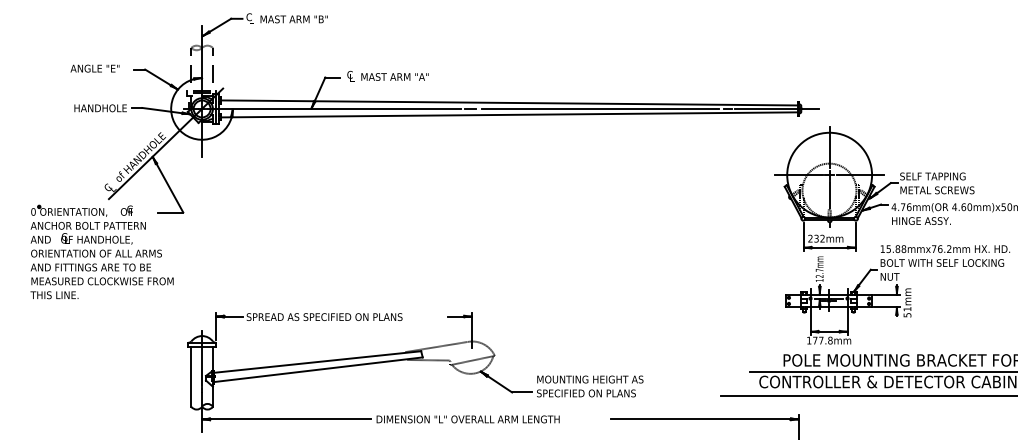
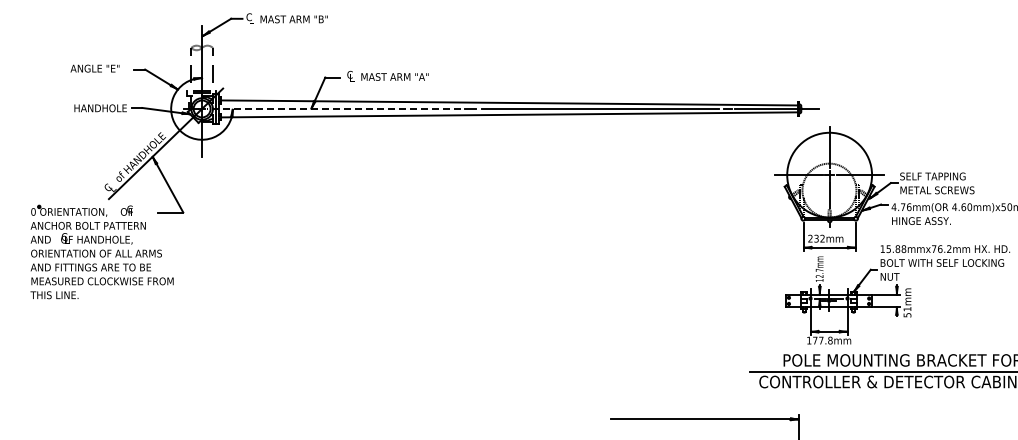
line at (333, 108): solid -> dashed
part at (415, 360): present -> none
line at (867, 395): present -> none
